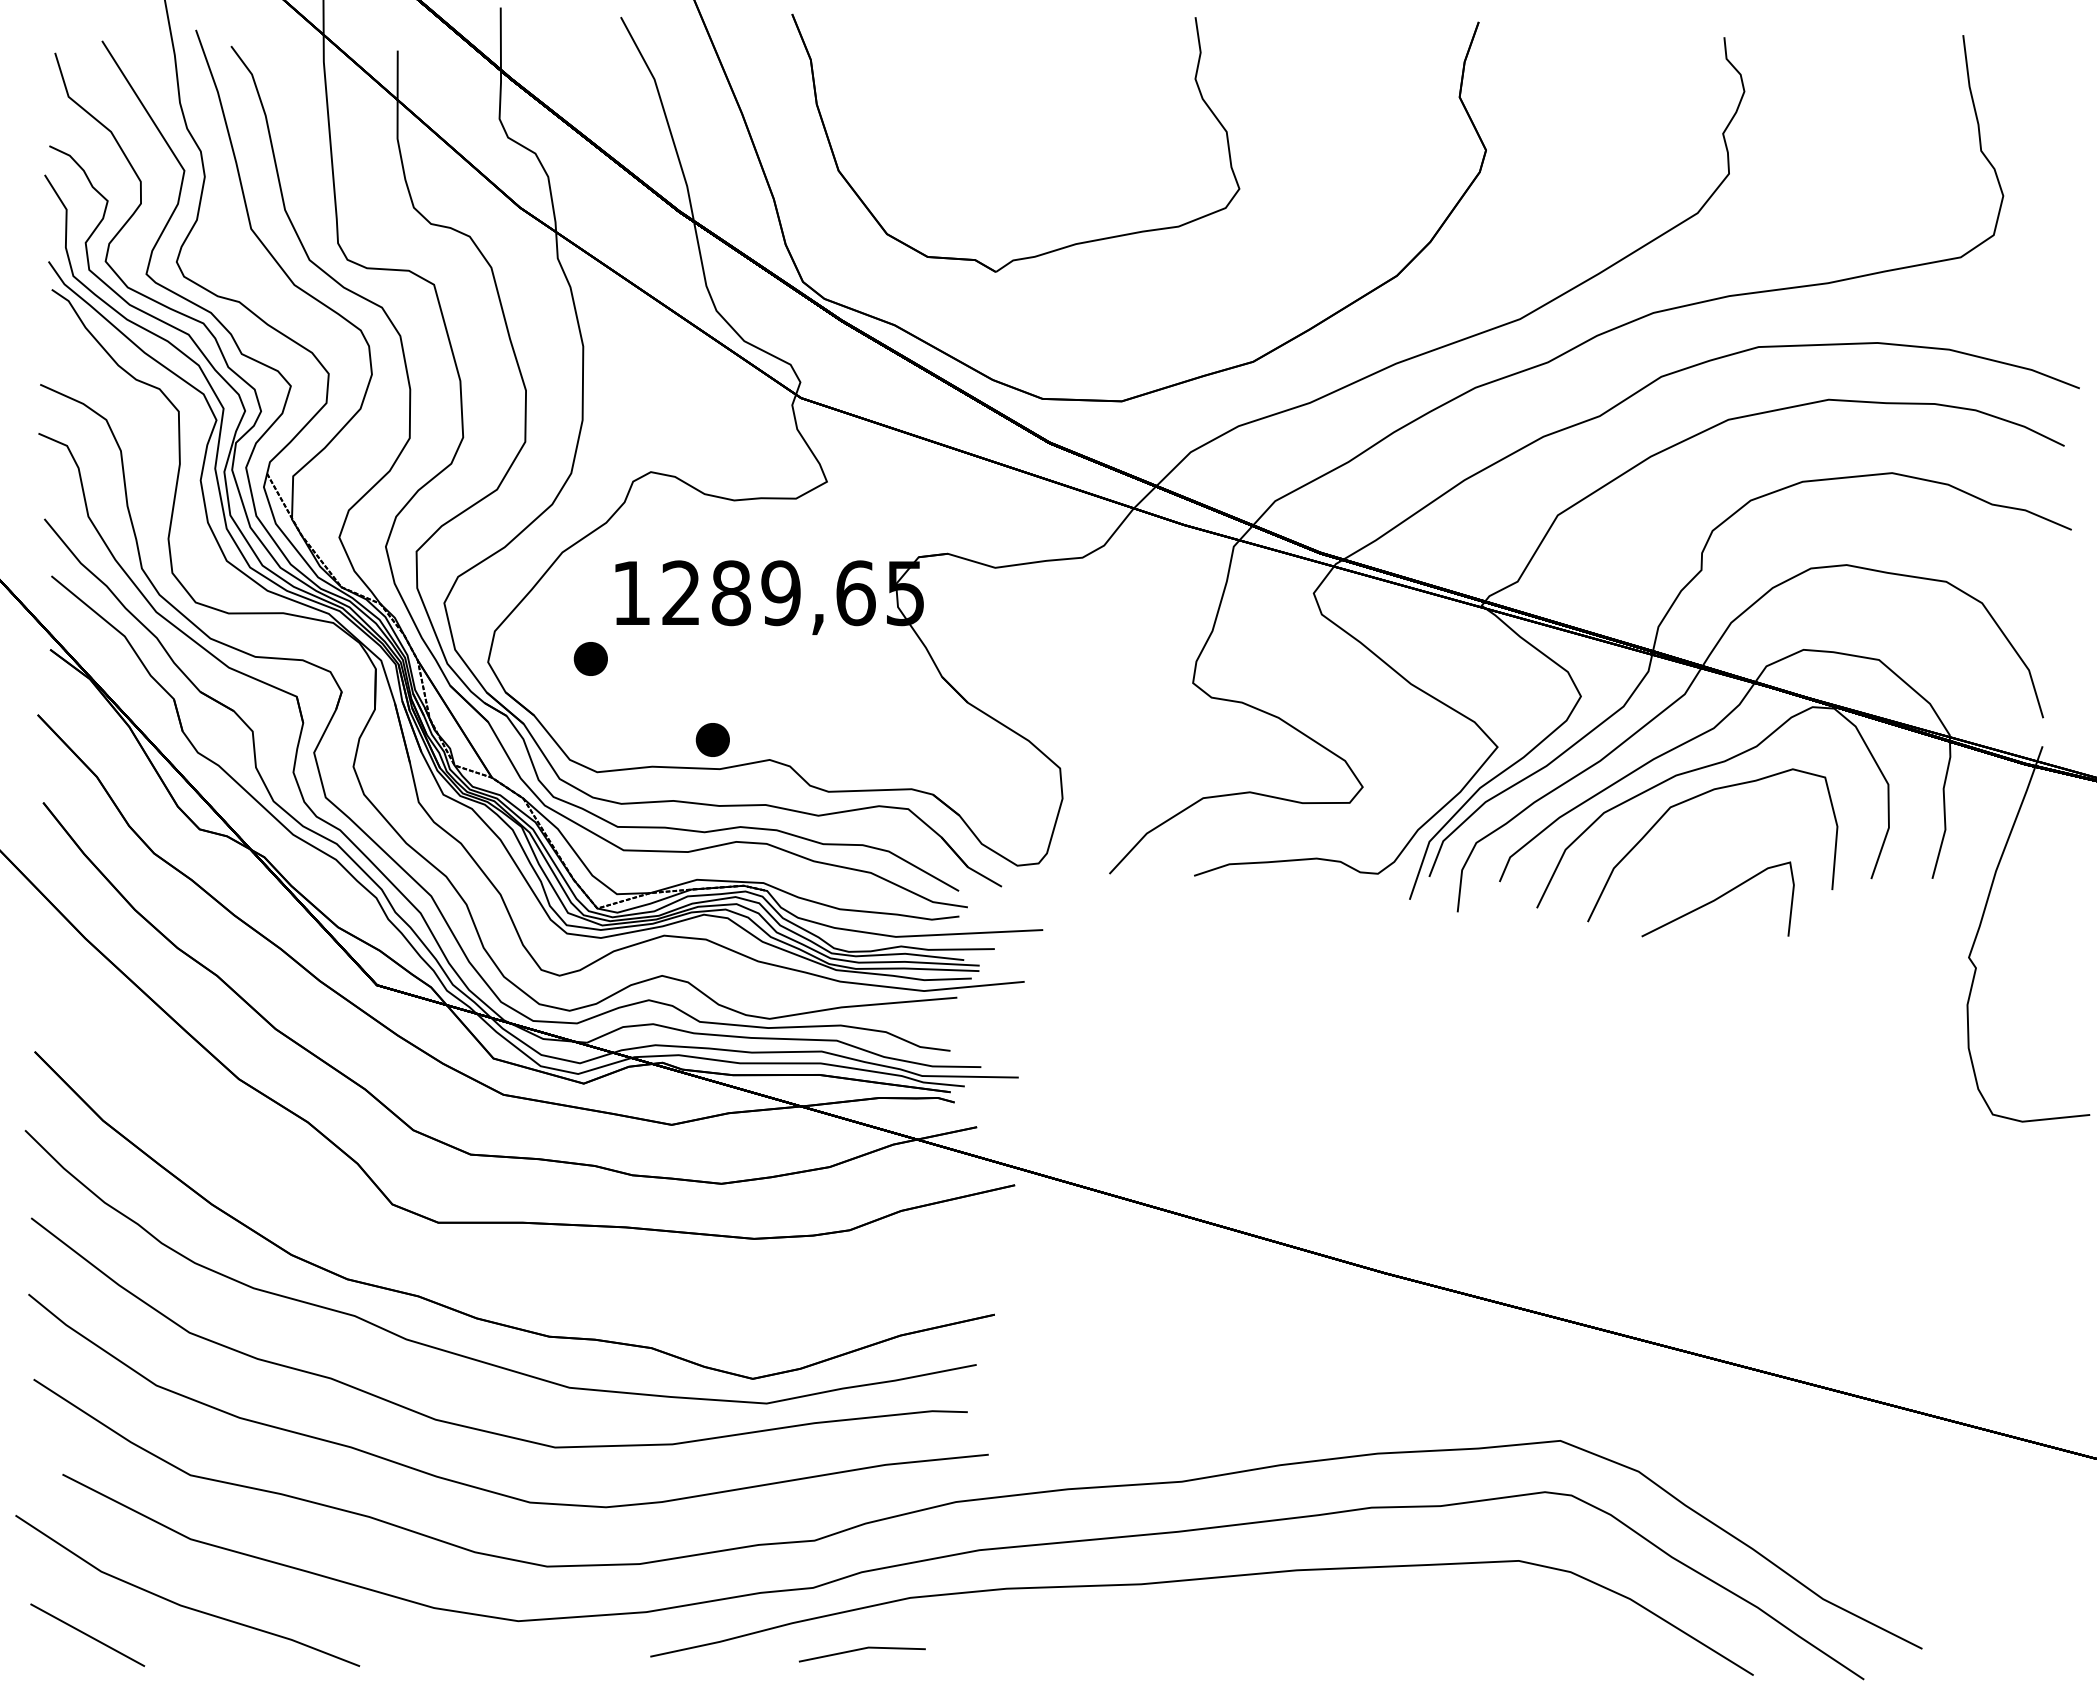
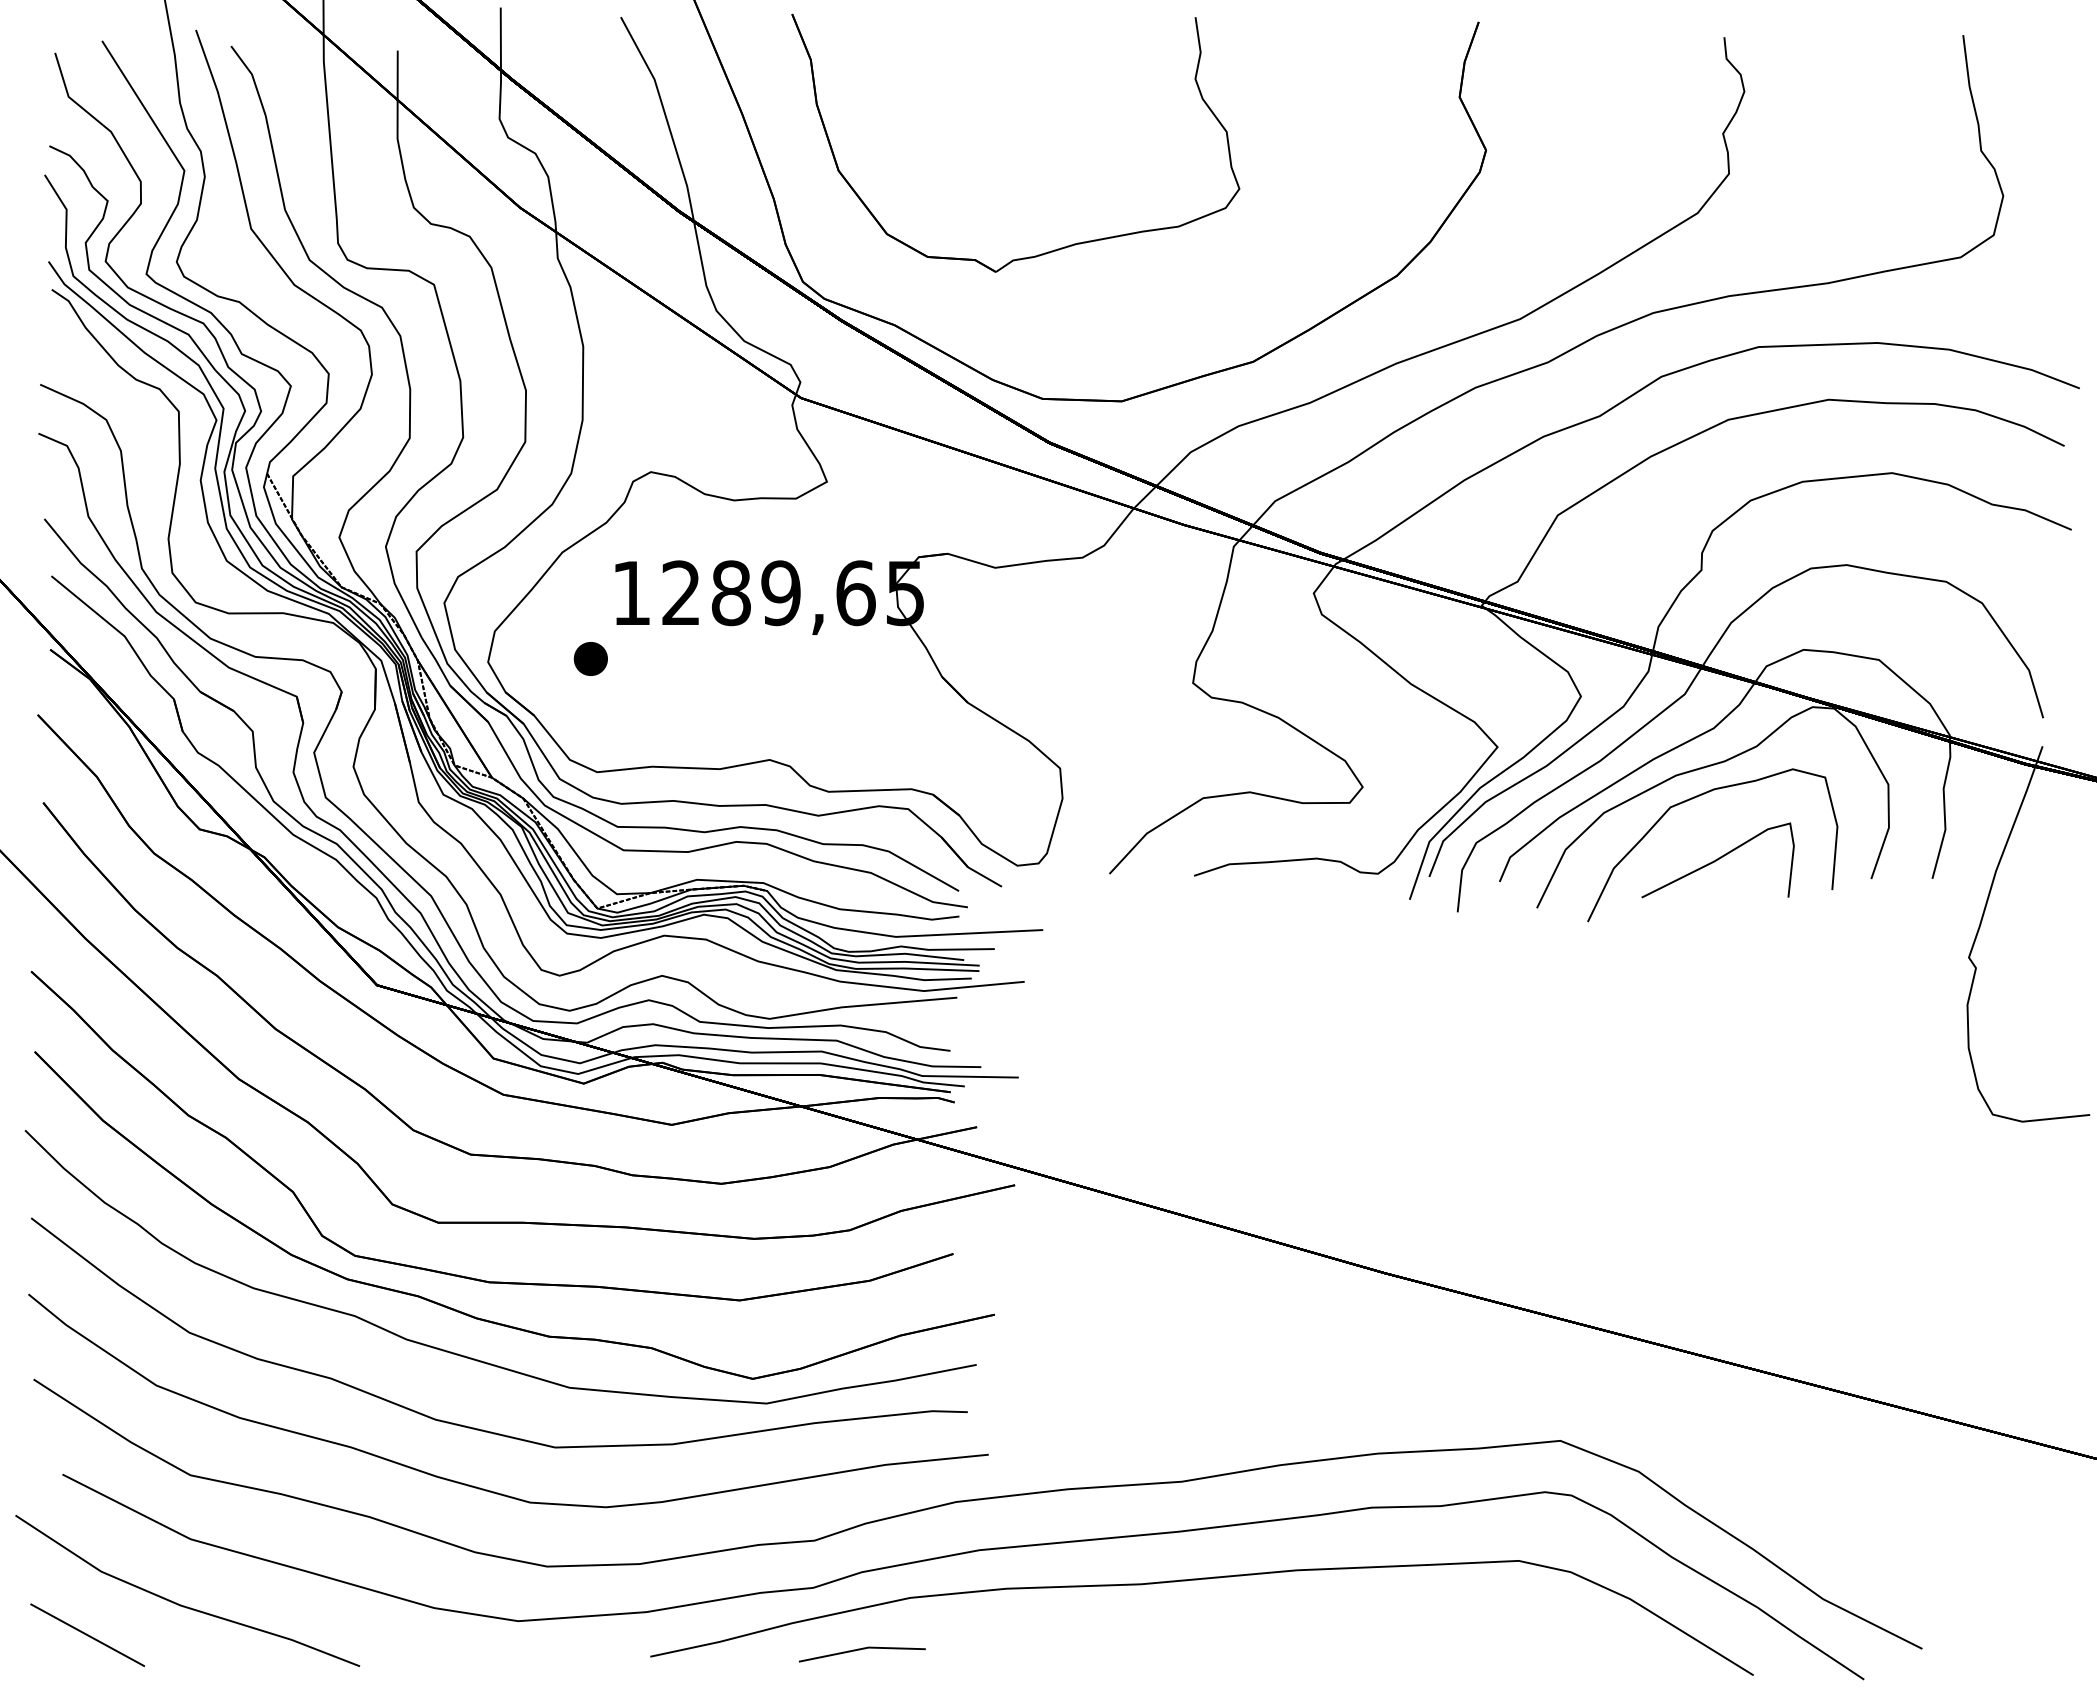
part at (712, 739): present -> none
part at (1717, 899) position: (1717, 899) -> (1717, 860)
part at (462, 1275): none -> present
